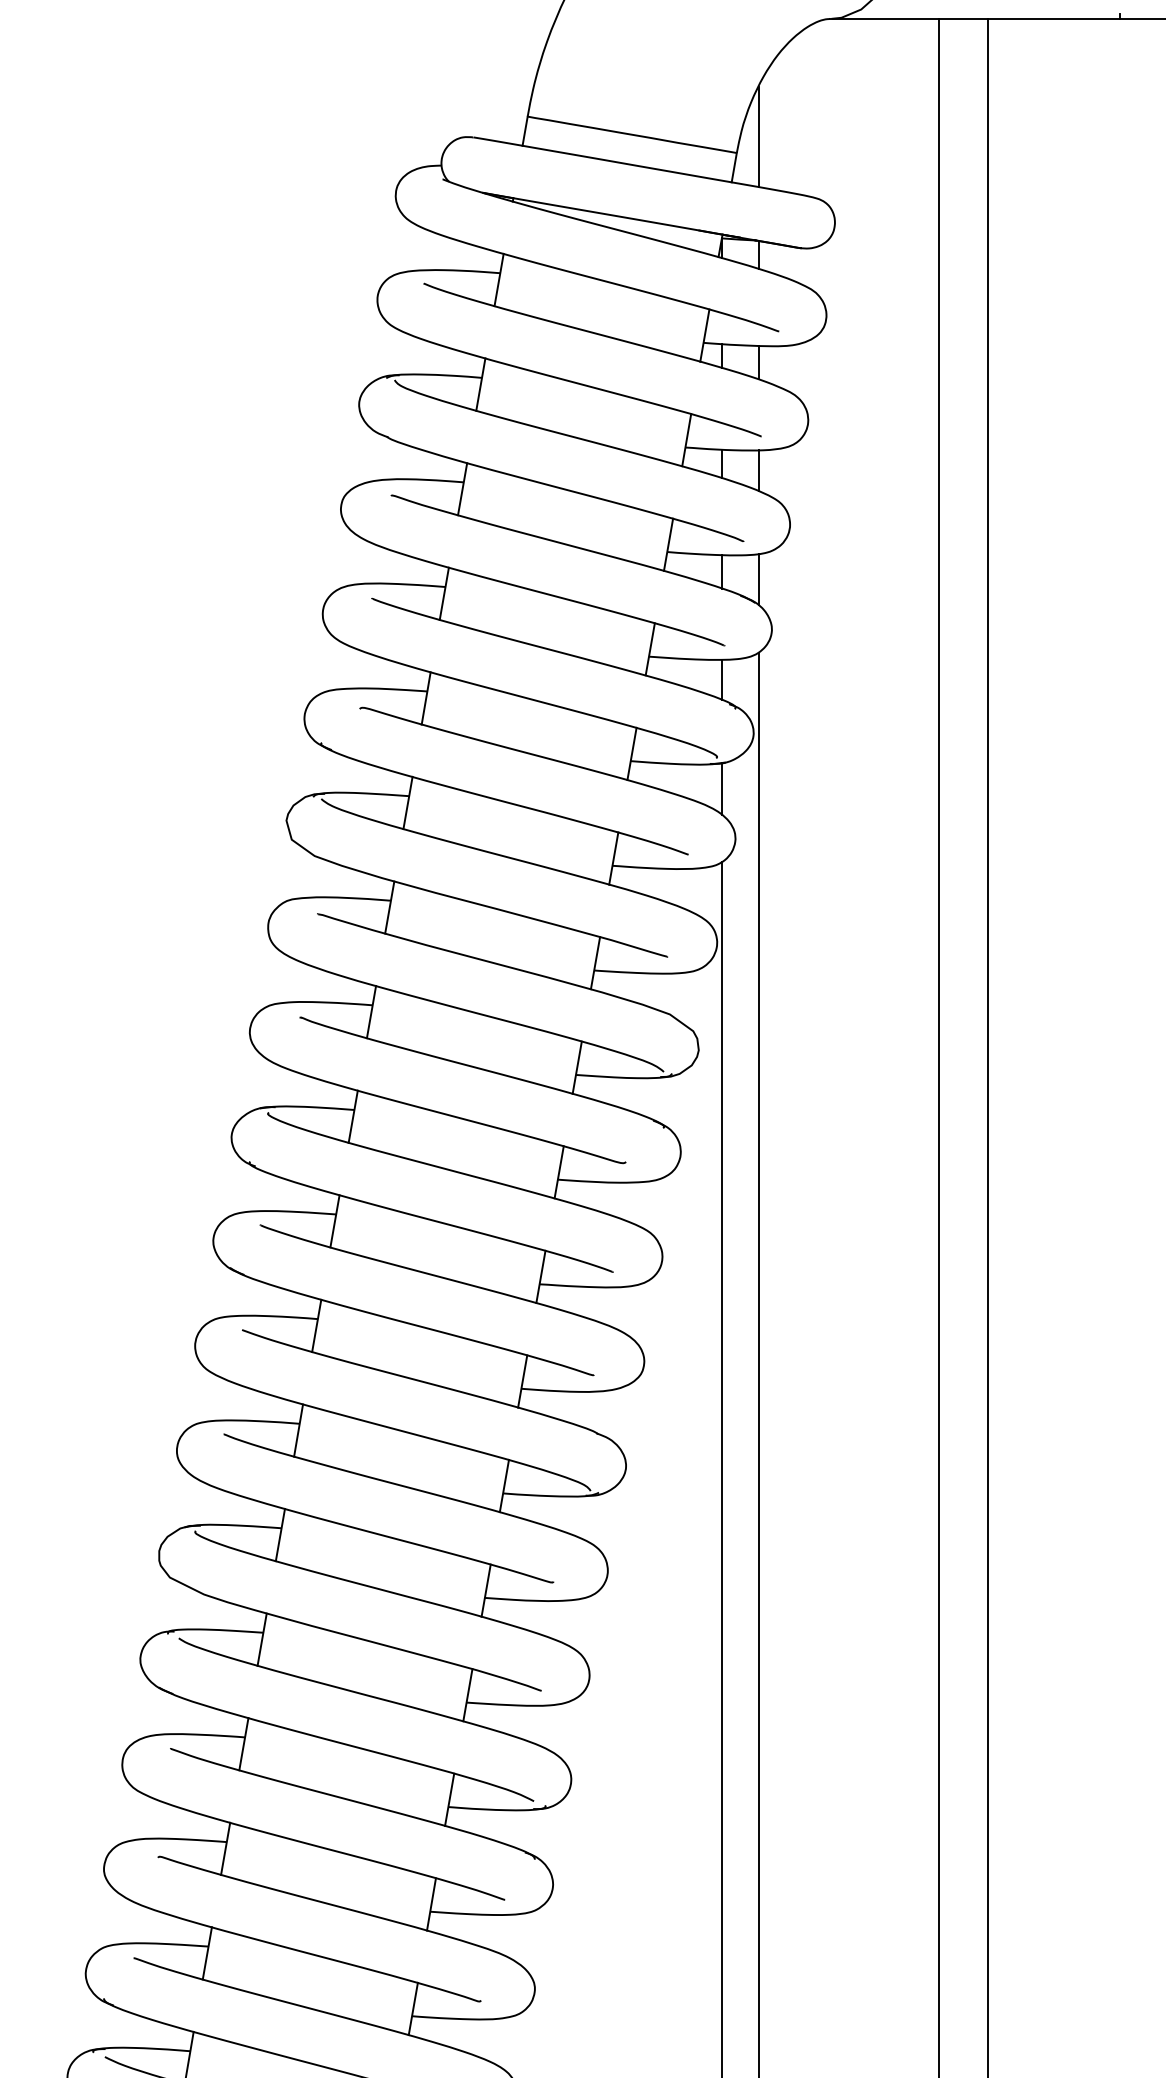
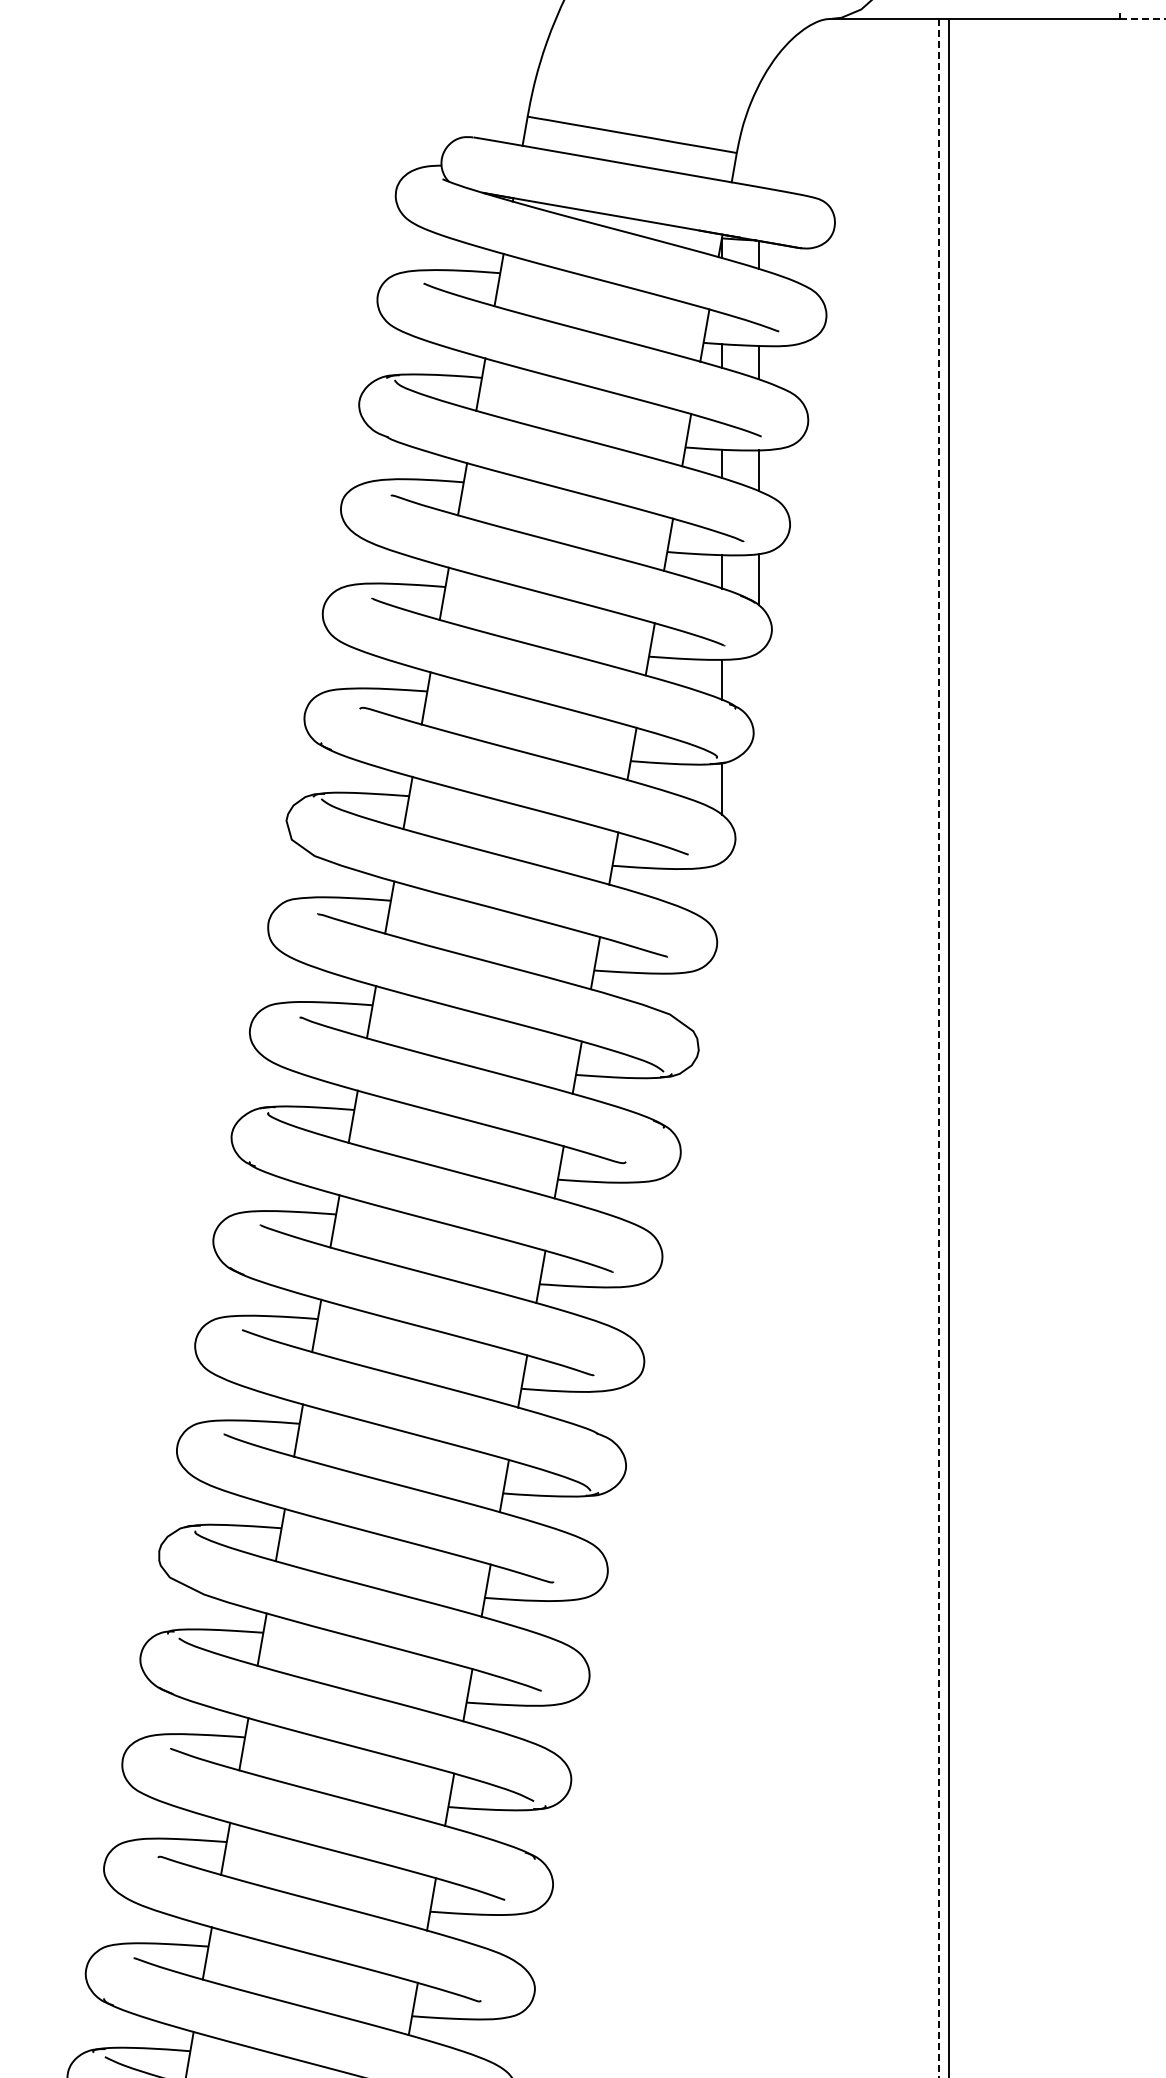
line at (1143, 18): solid -> dashed
line at (758, 137): present -> none
line at (987, 1046) position: (987, 1046) -> (948, 1046)
line at (938, 1048): solid -> dashed
line at (758, 1363): present -> none
line at (722, 1467): present -> none
